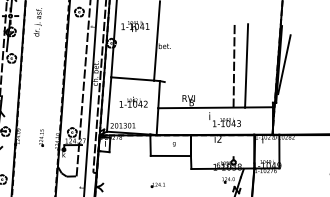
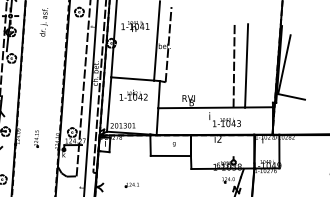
text at (37, 22) position: (37, 22) -> (43, 22)
line at (168, 44): none -> present
line at (291, 96): none -> present
text at (133, 101) position: (133, 101) -> (133, 94)
part at (41, 137) position: (41, 137) -> (36, 138)
part at (157, 184) position: (157, 184) -> (131, 184)
